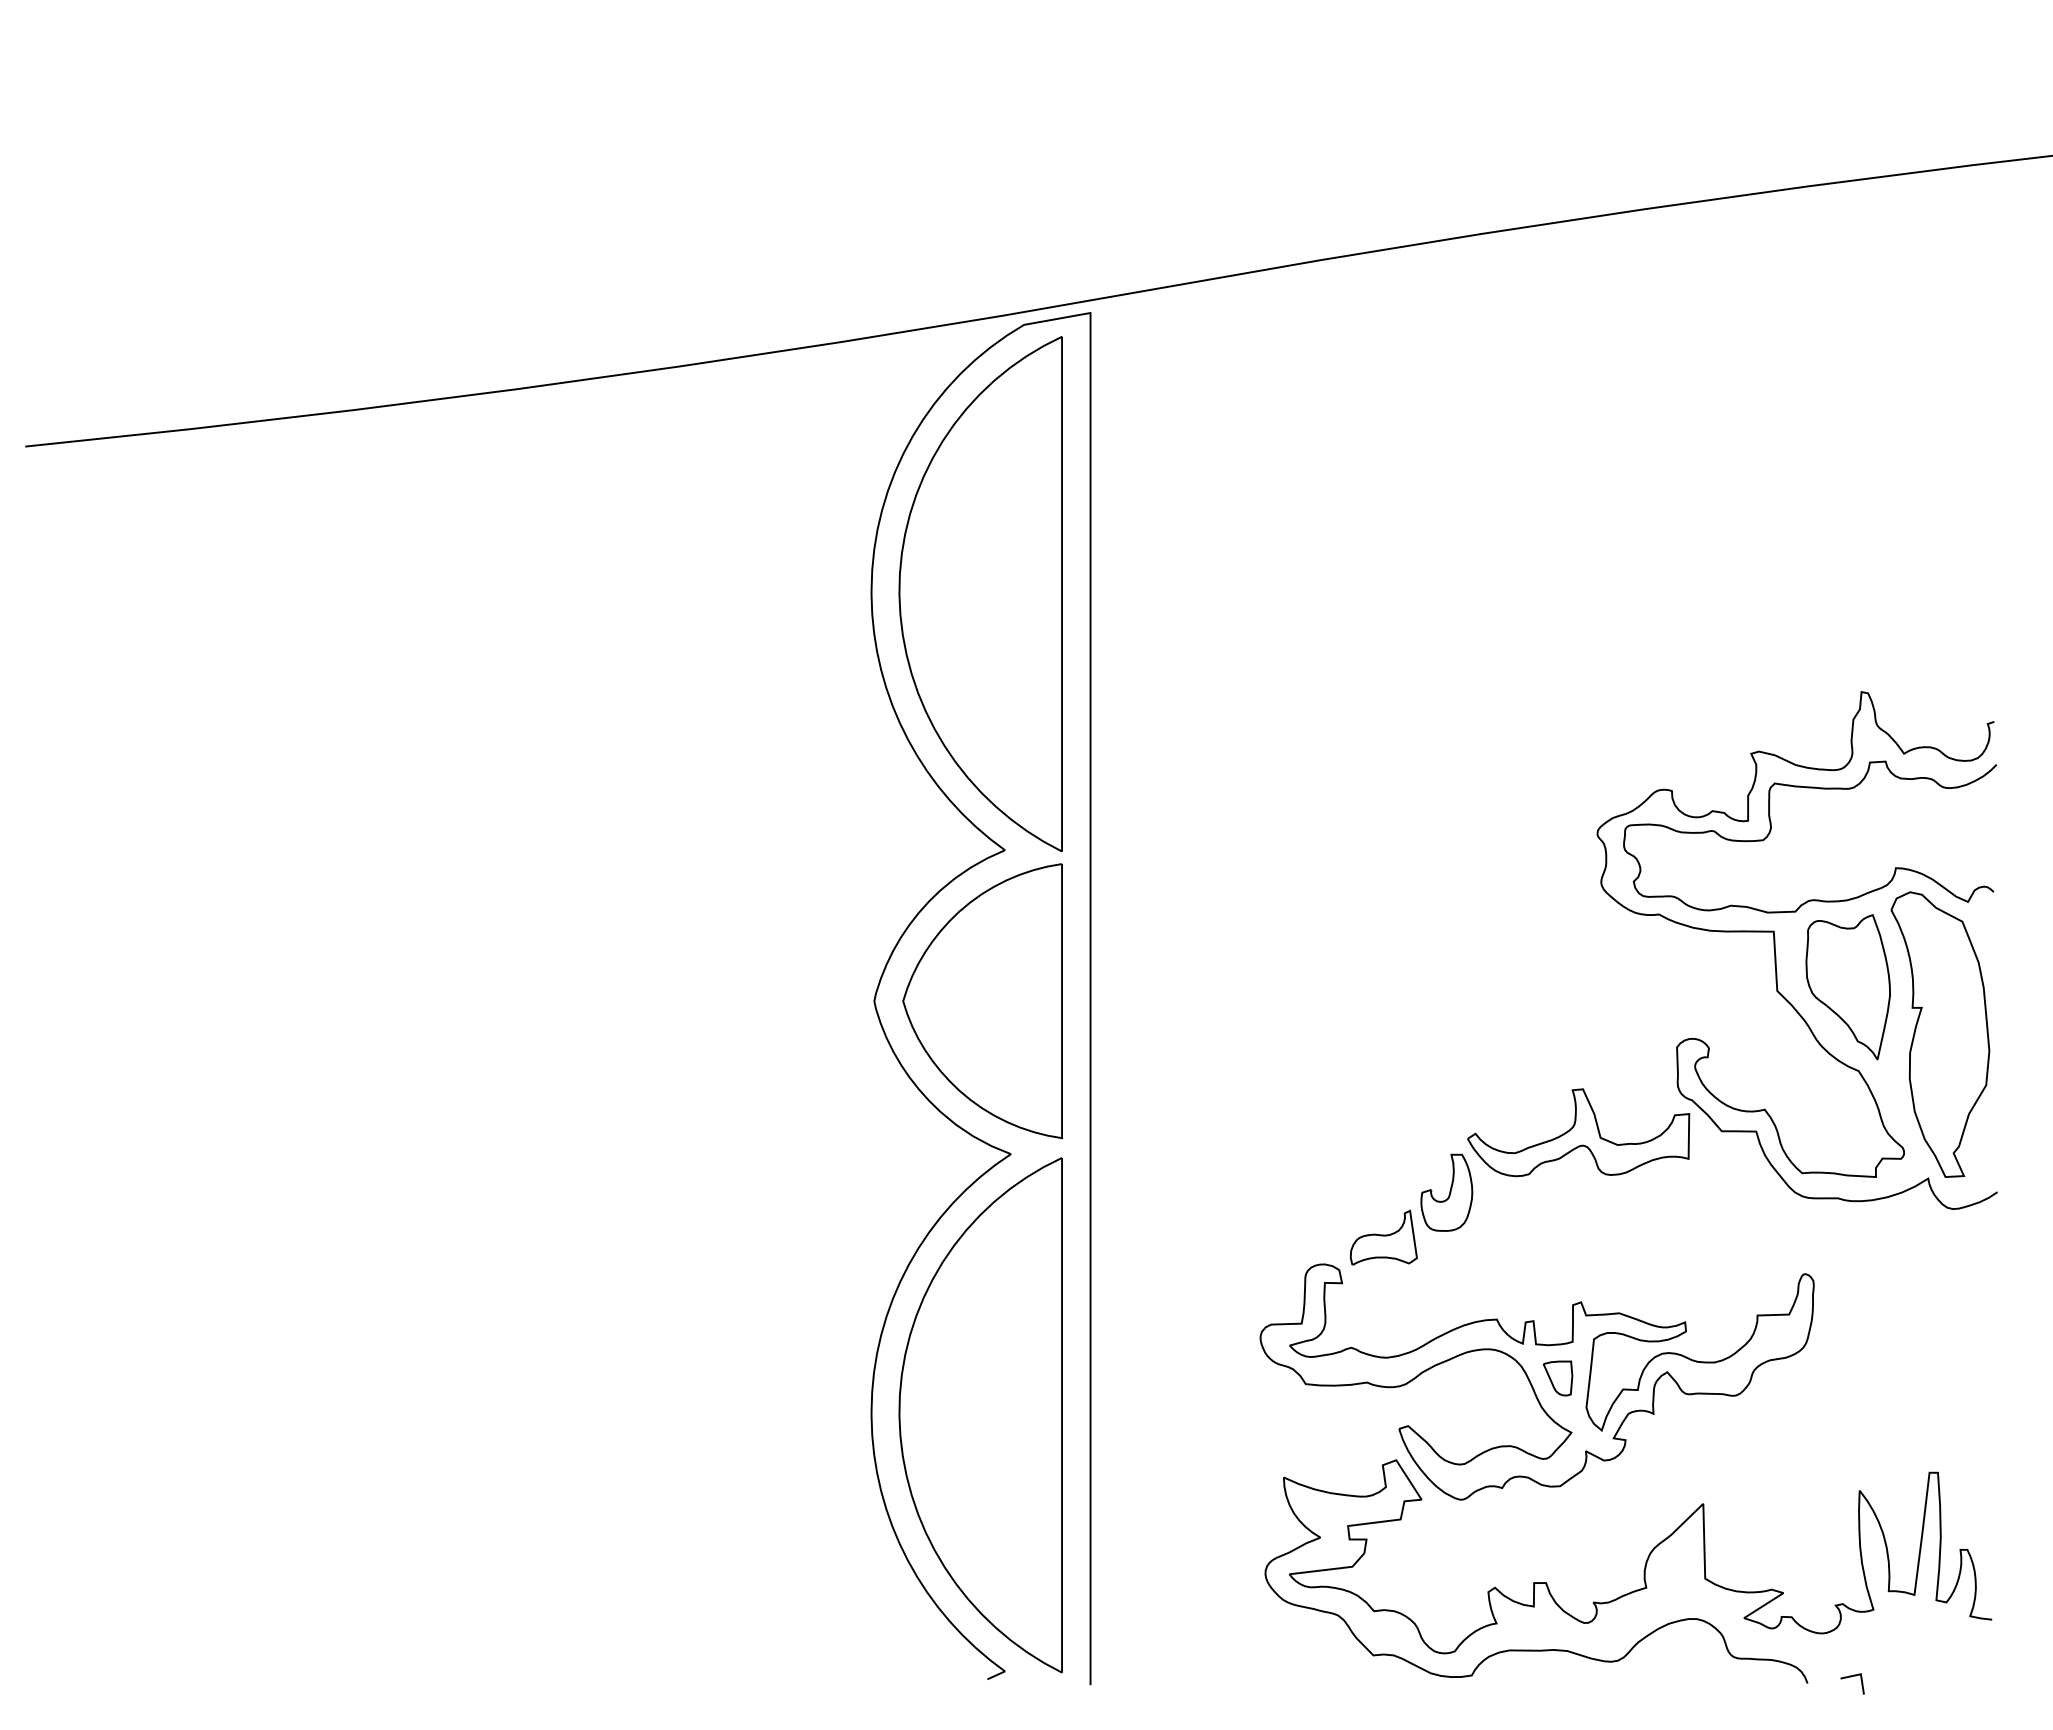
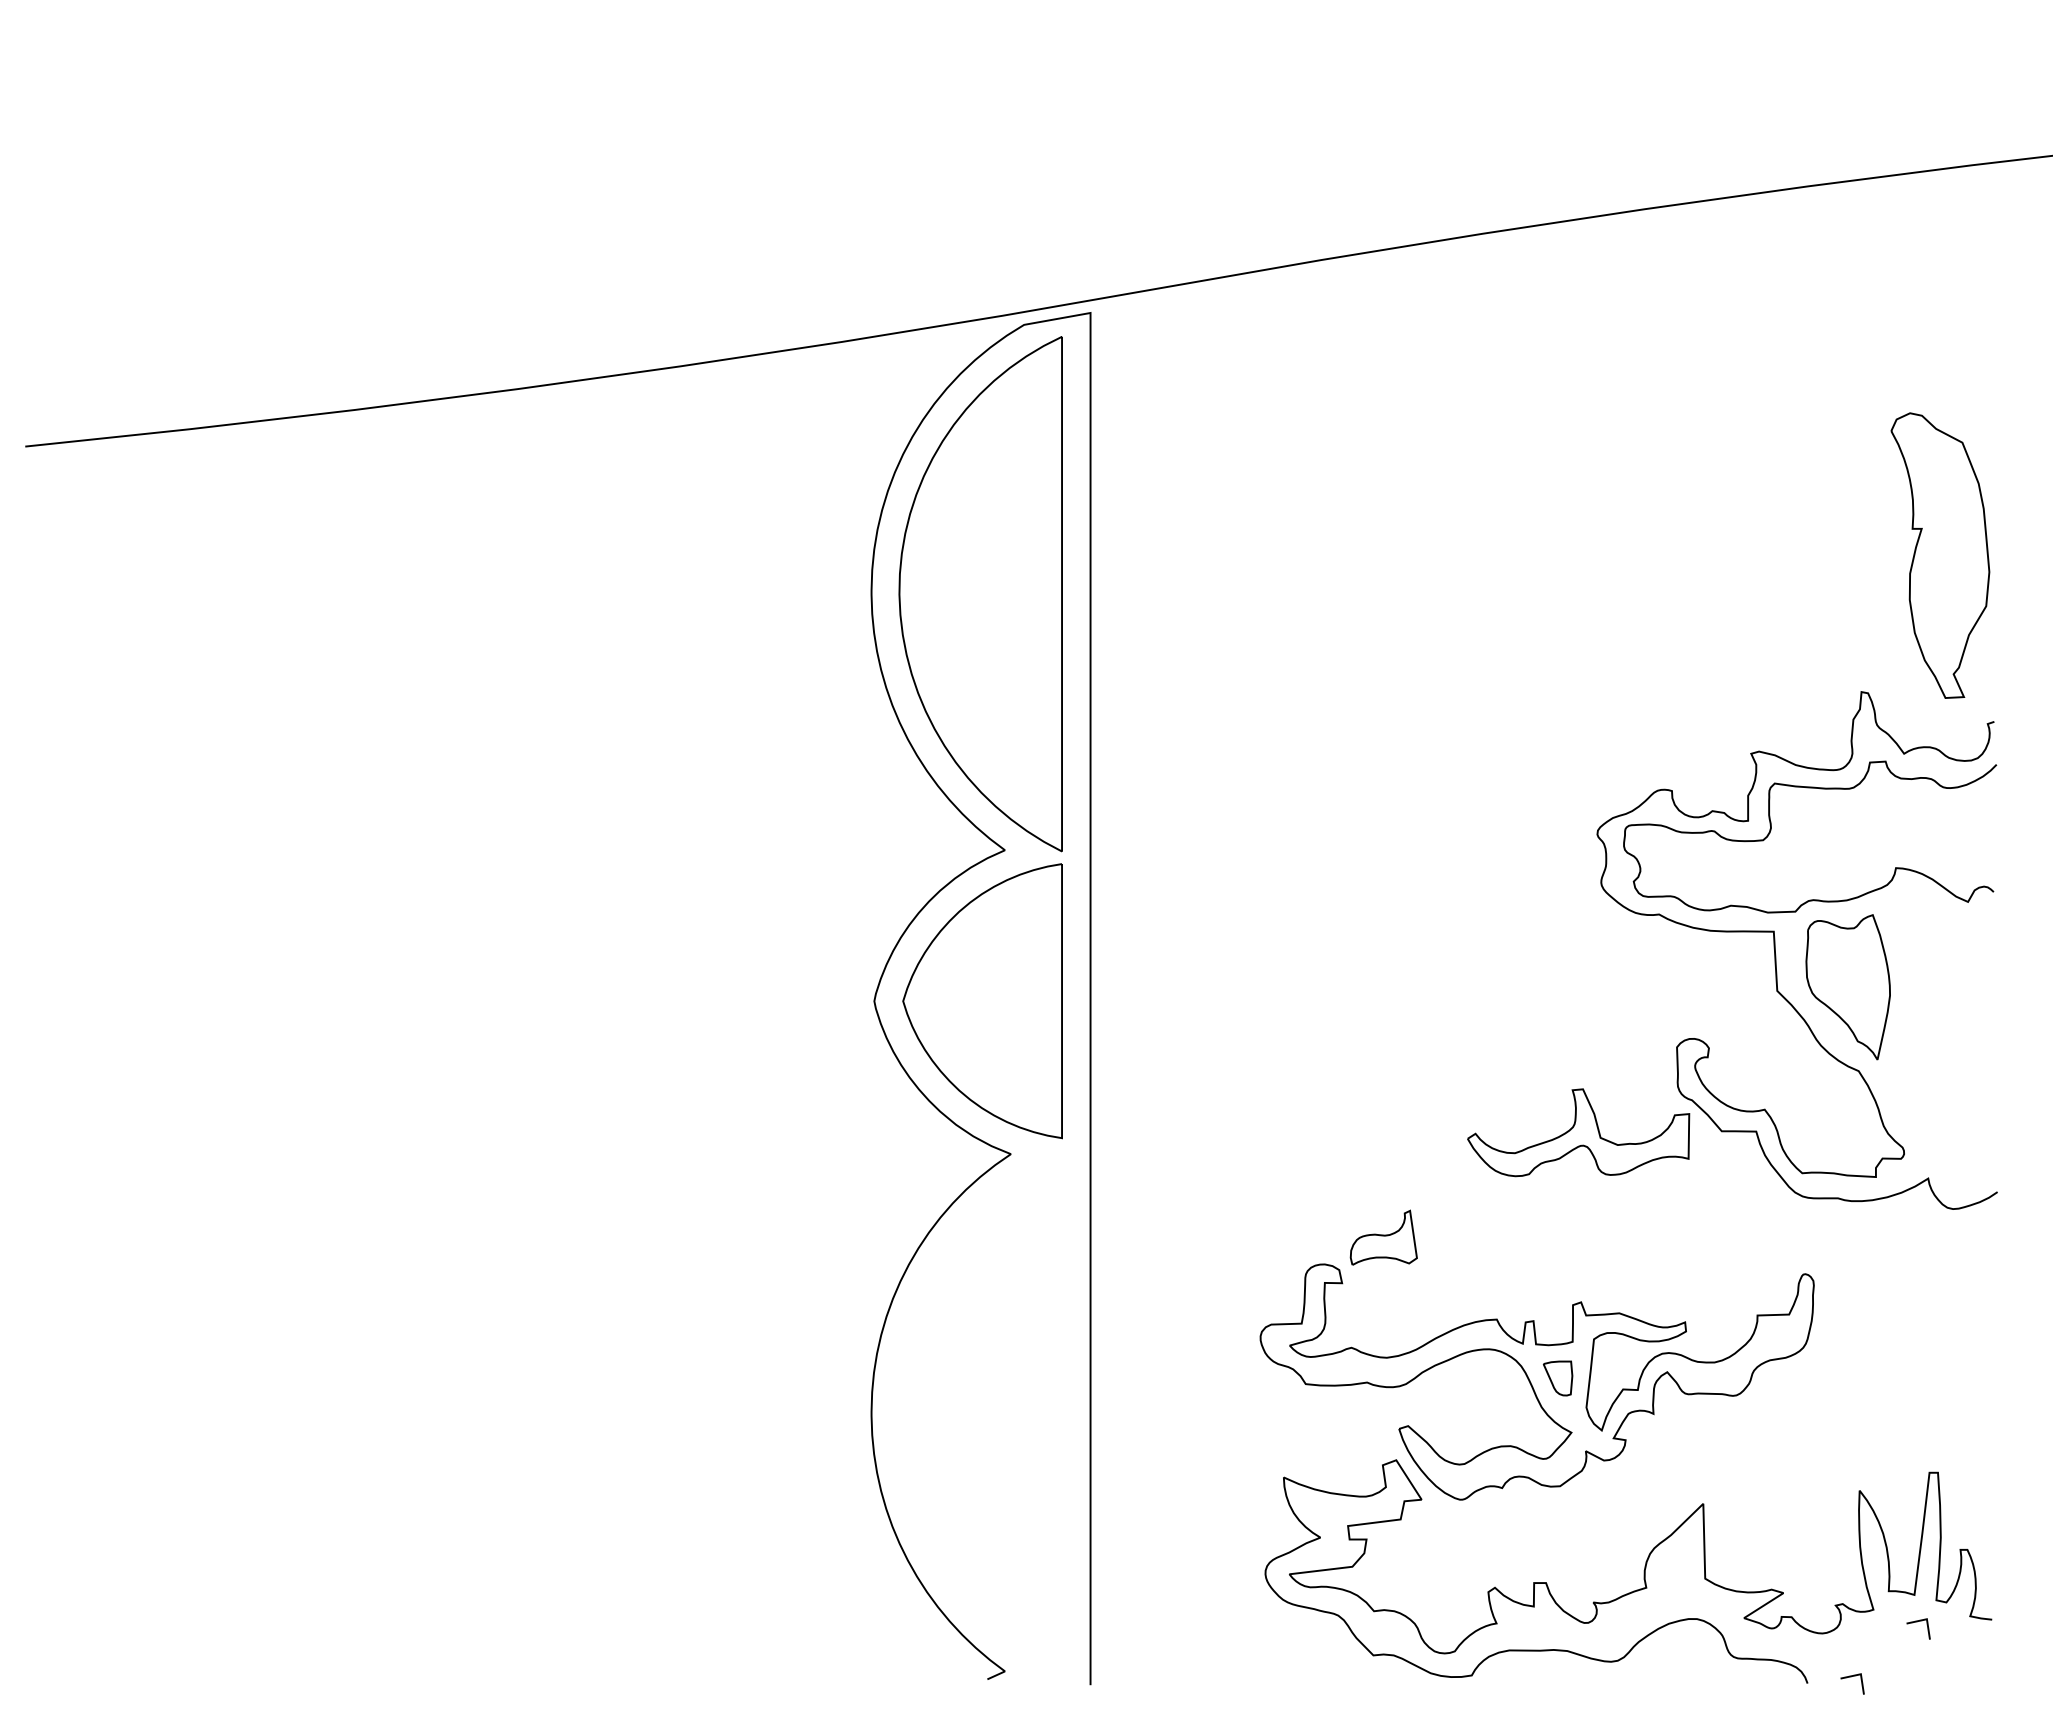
part at (1940, 1034) position: (1940, 1034) -> (1940, 555)
part at (1446, 1192): present -> none
part at (980, 1415): present -> none
line at (1917, 1622): none -> present
